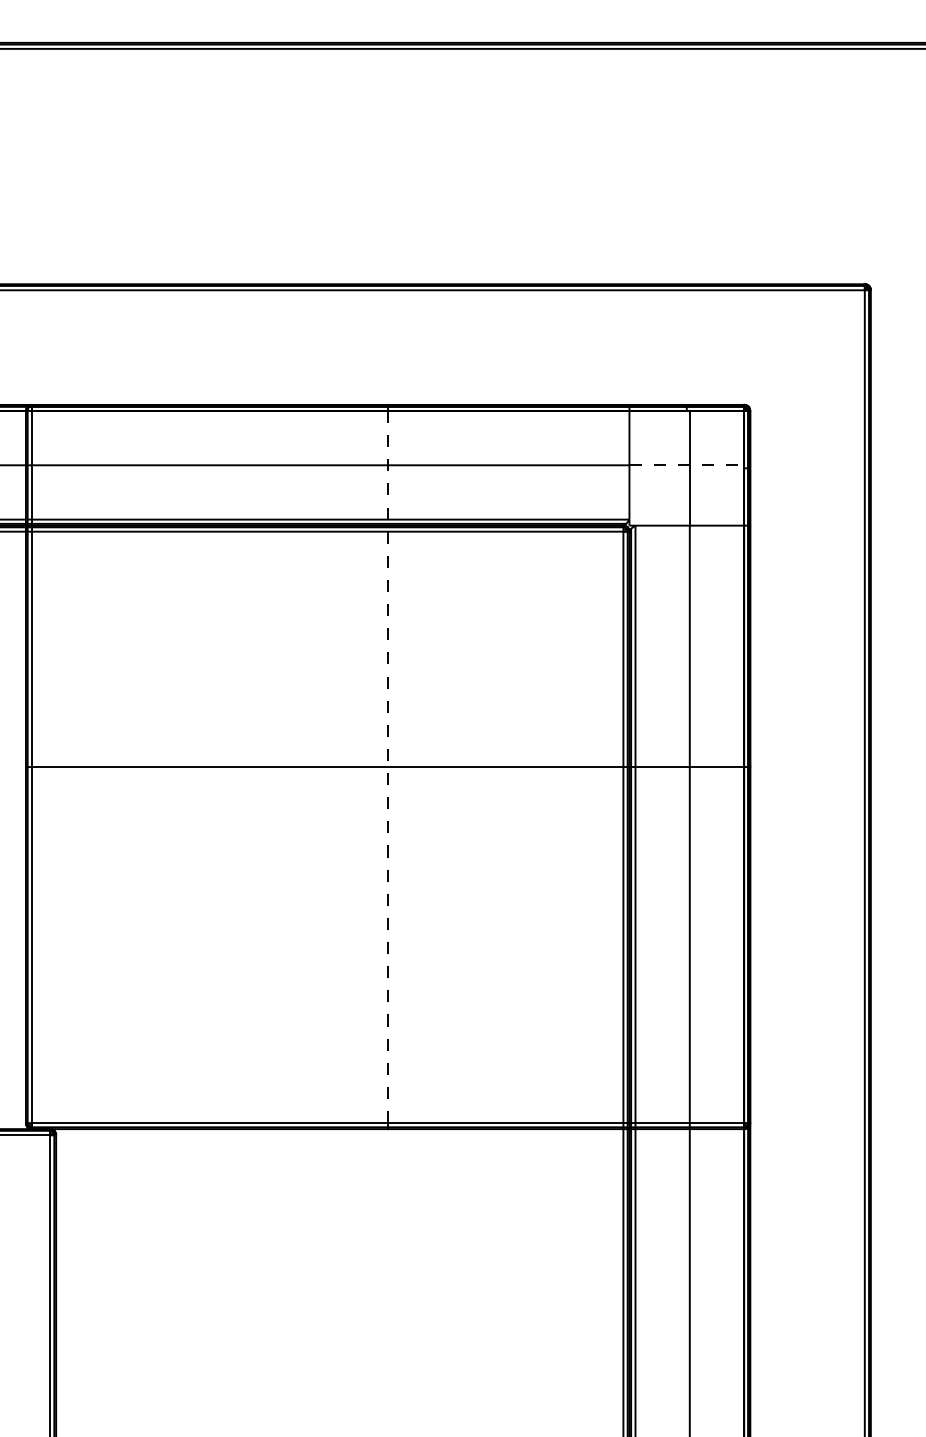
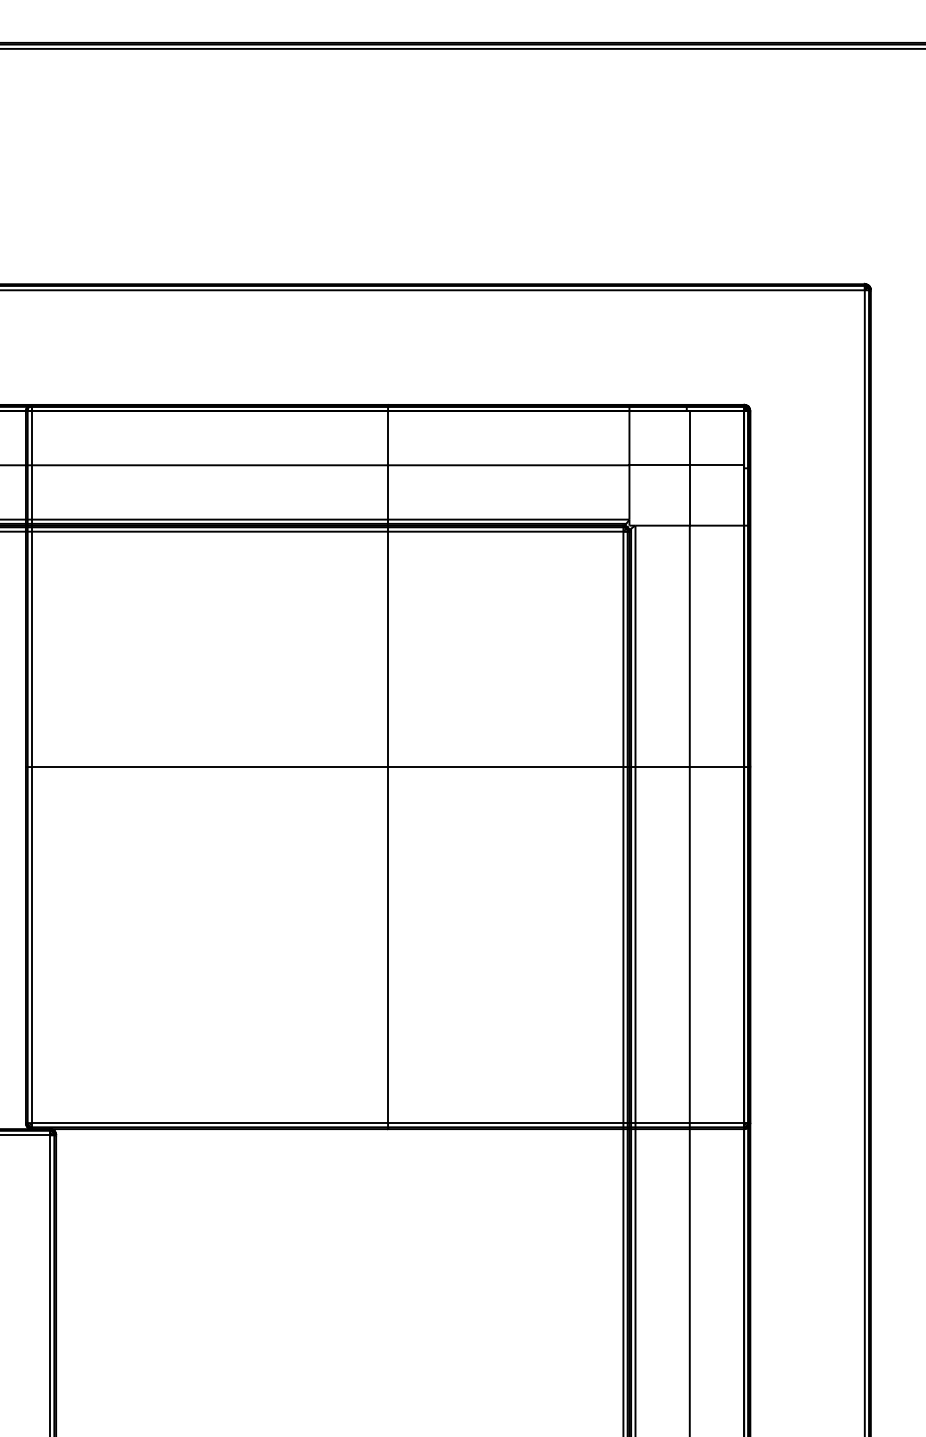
line at (687, 465): dashed -> solid
line at (388, 766): dashed -> solid
